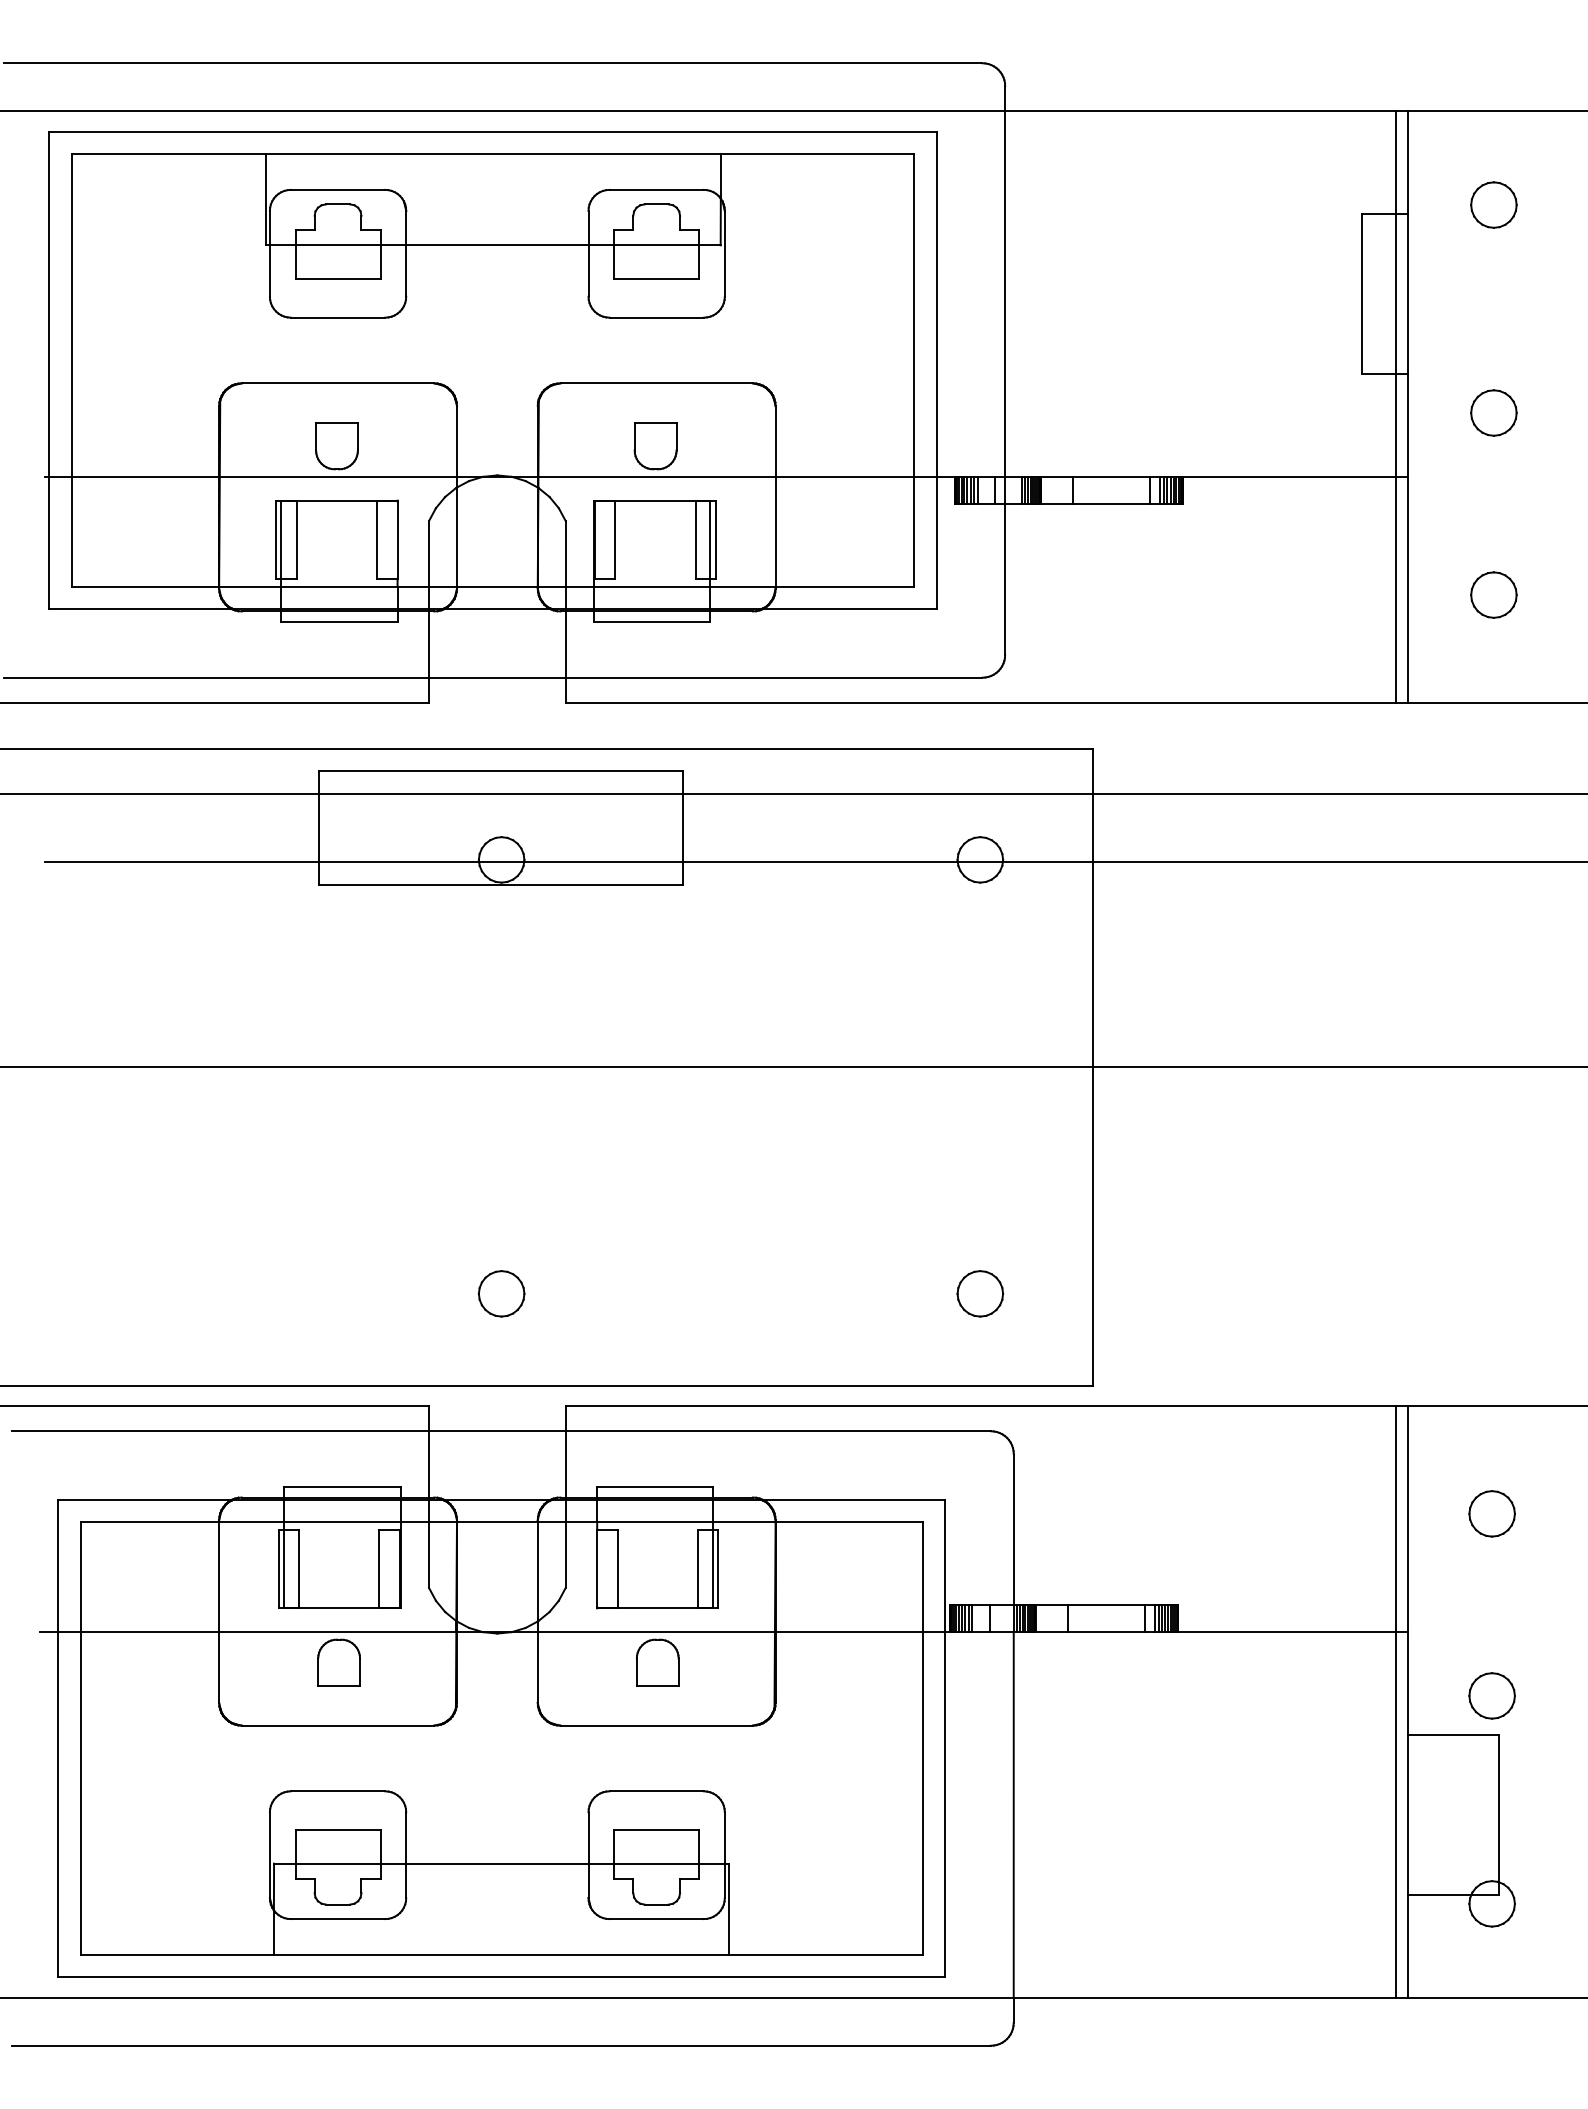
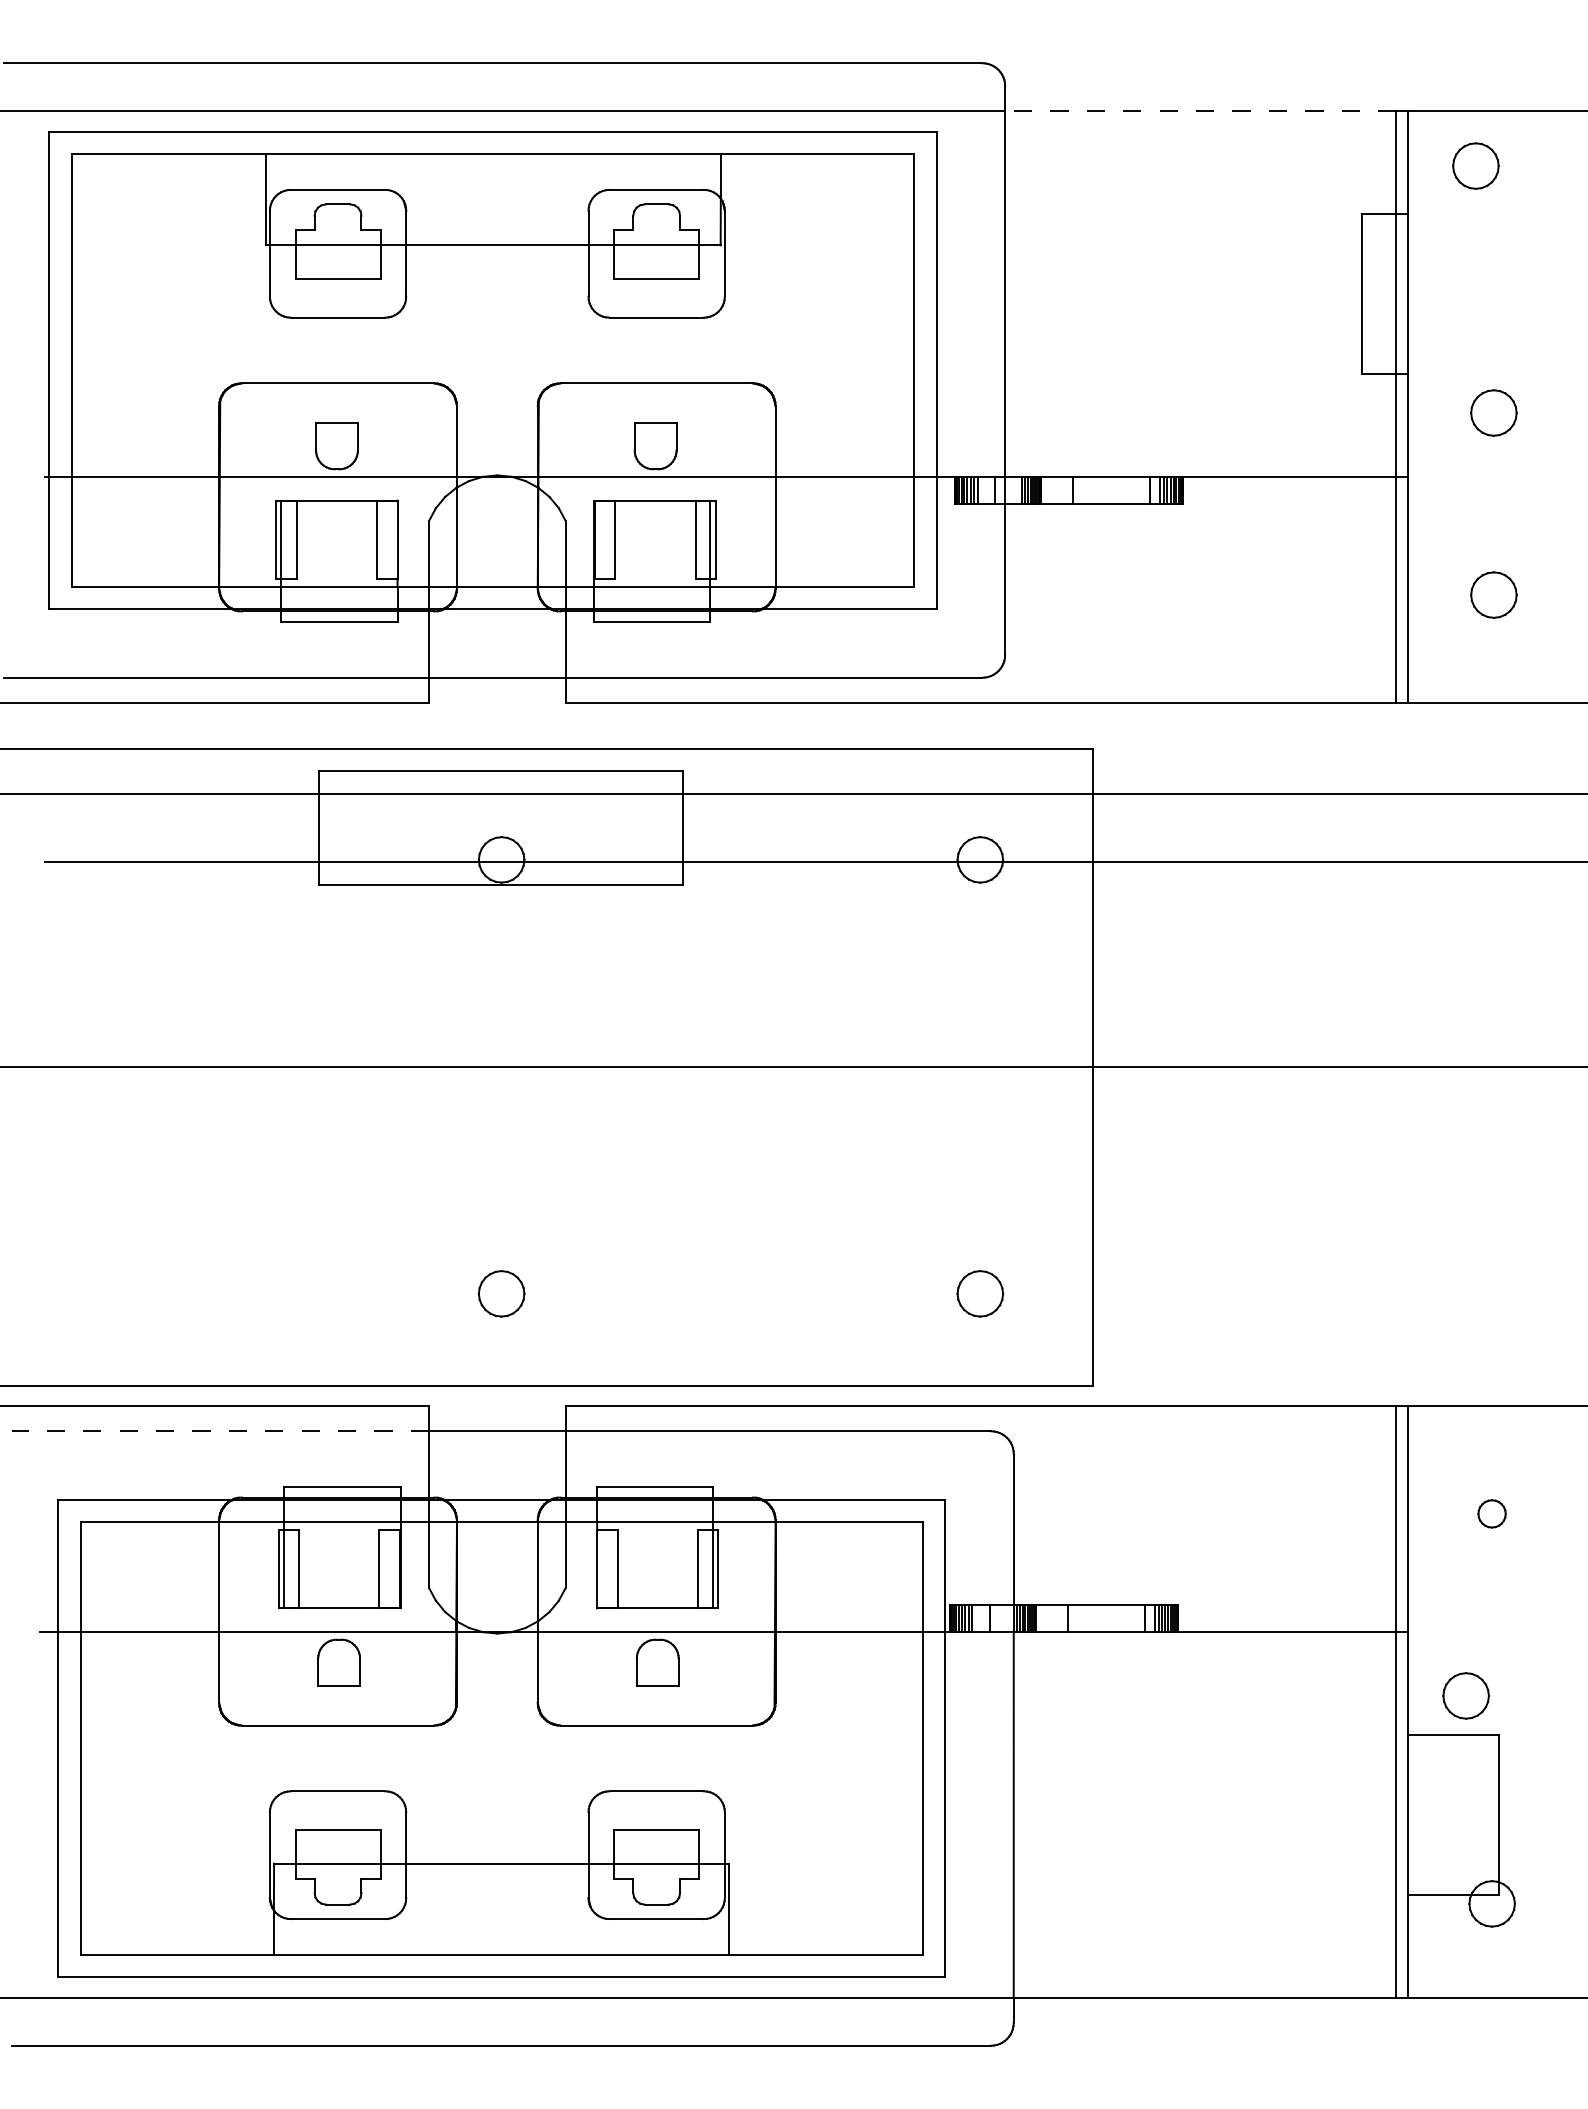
line at (1200, 111): solid -> dashed
part at (1493, 204) position: (1493, 204) -> (1475, 165)
line at (220, 1431): solid -> dashed
part at (1491, 1513) size: 48x48 px -> 30x30 px
part at (1491, 1695) position: (1491, 1695) -> (1465, 1695)
